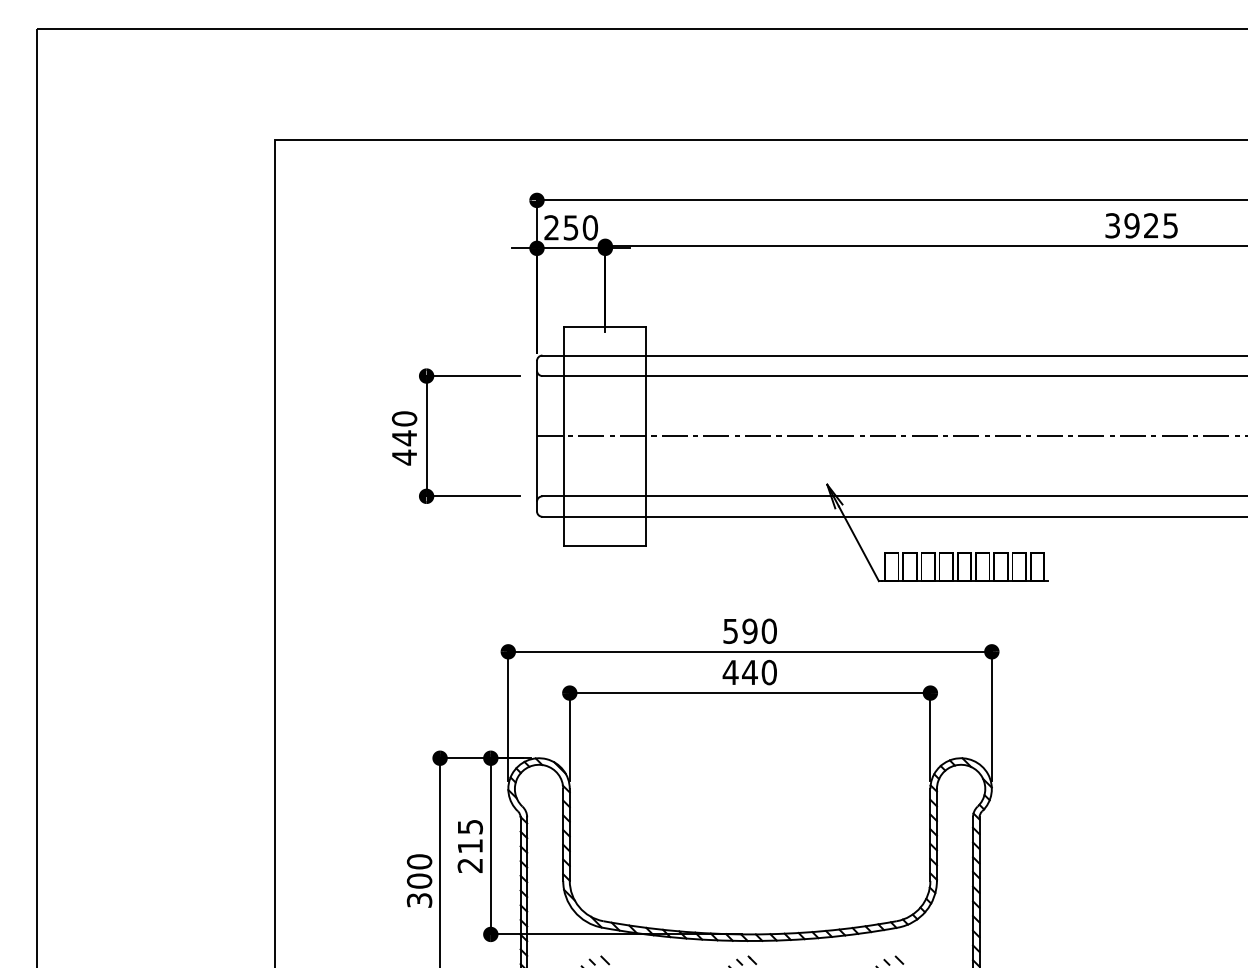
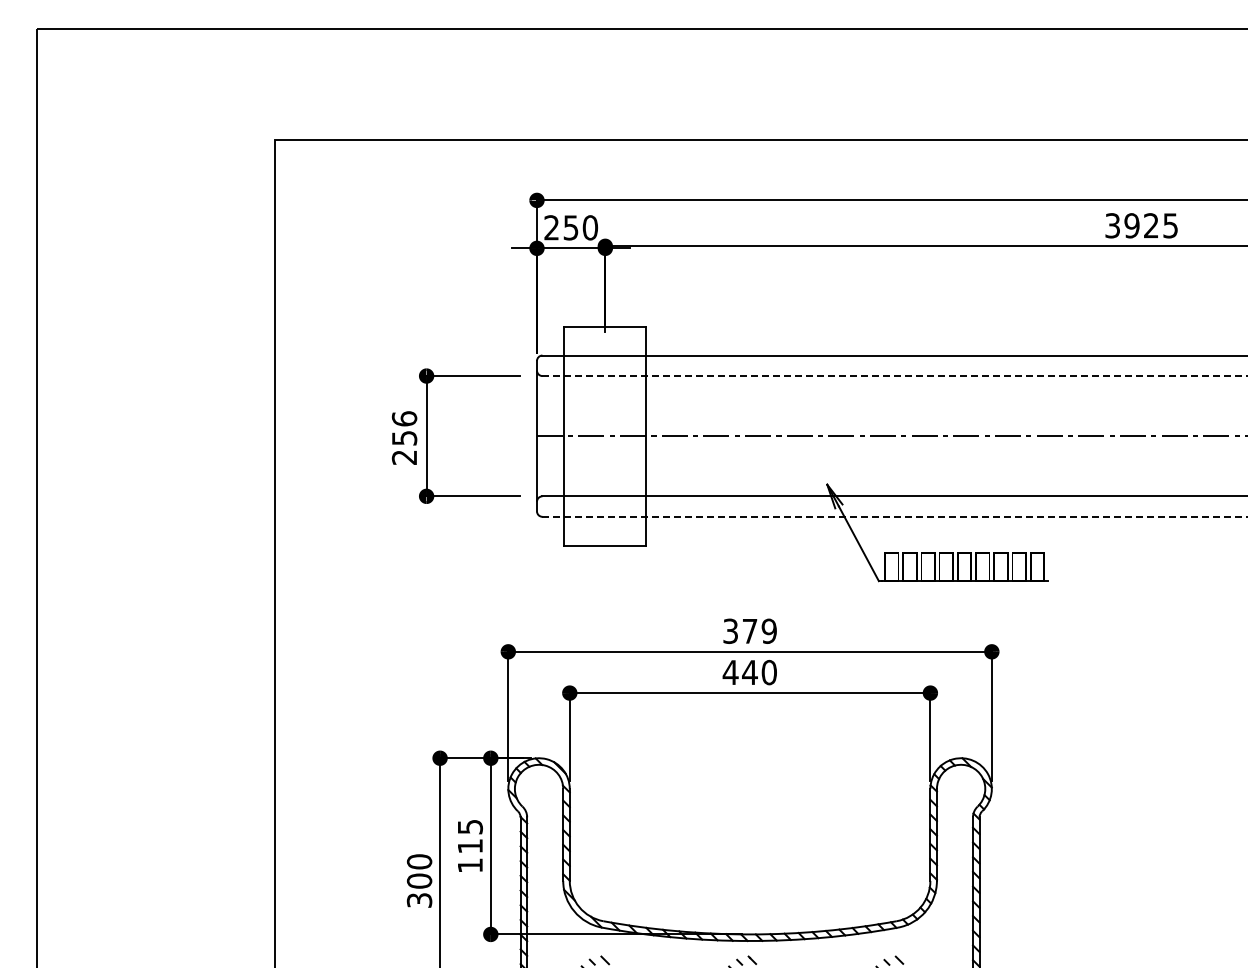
line at (895, 376): solid -> dashed
text at (404, 438): 440 -> 256
line at (895, 516): solid -> dashed
text at (750, 630): 590 -> 379
text at (469, 865): 215 -> 115
